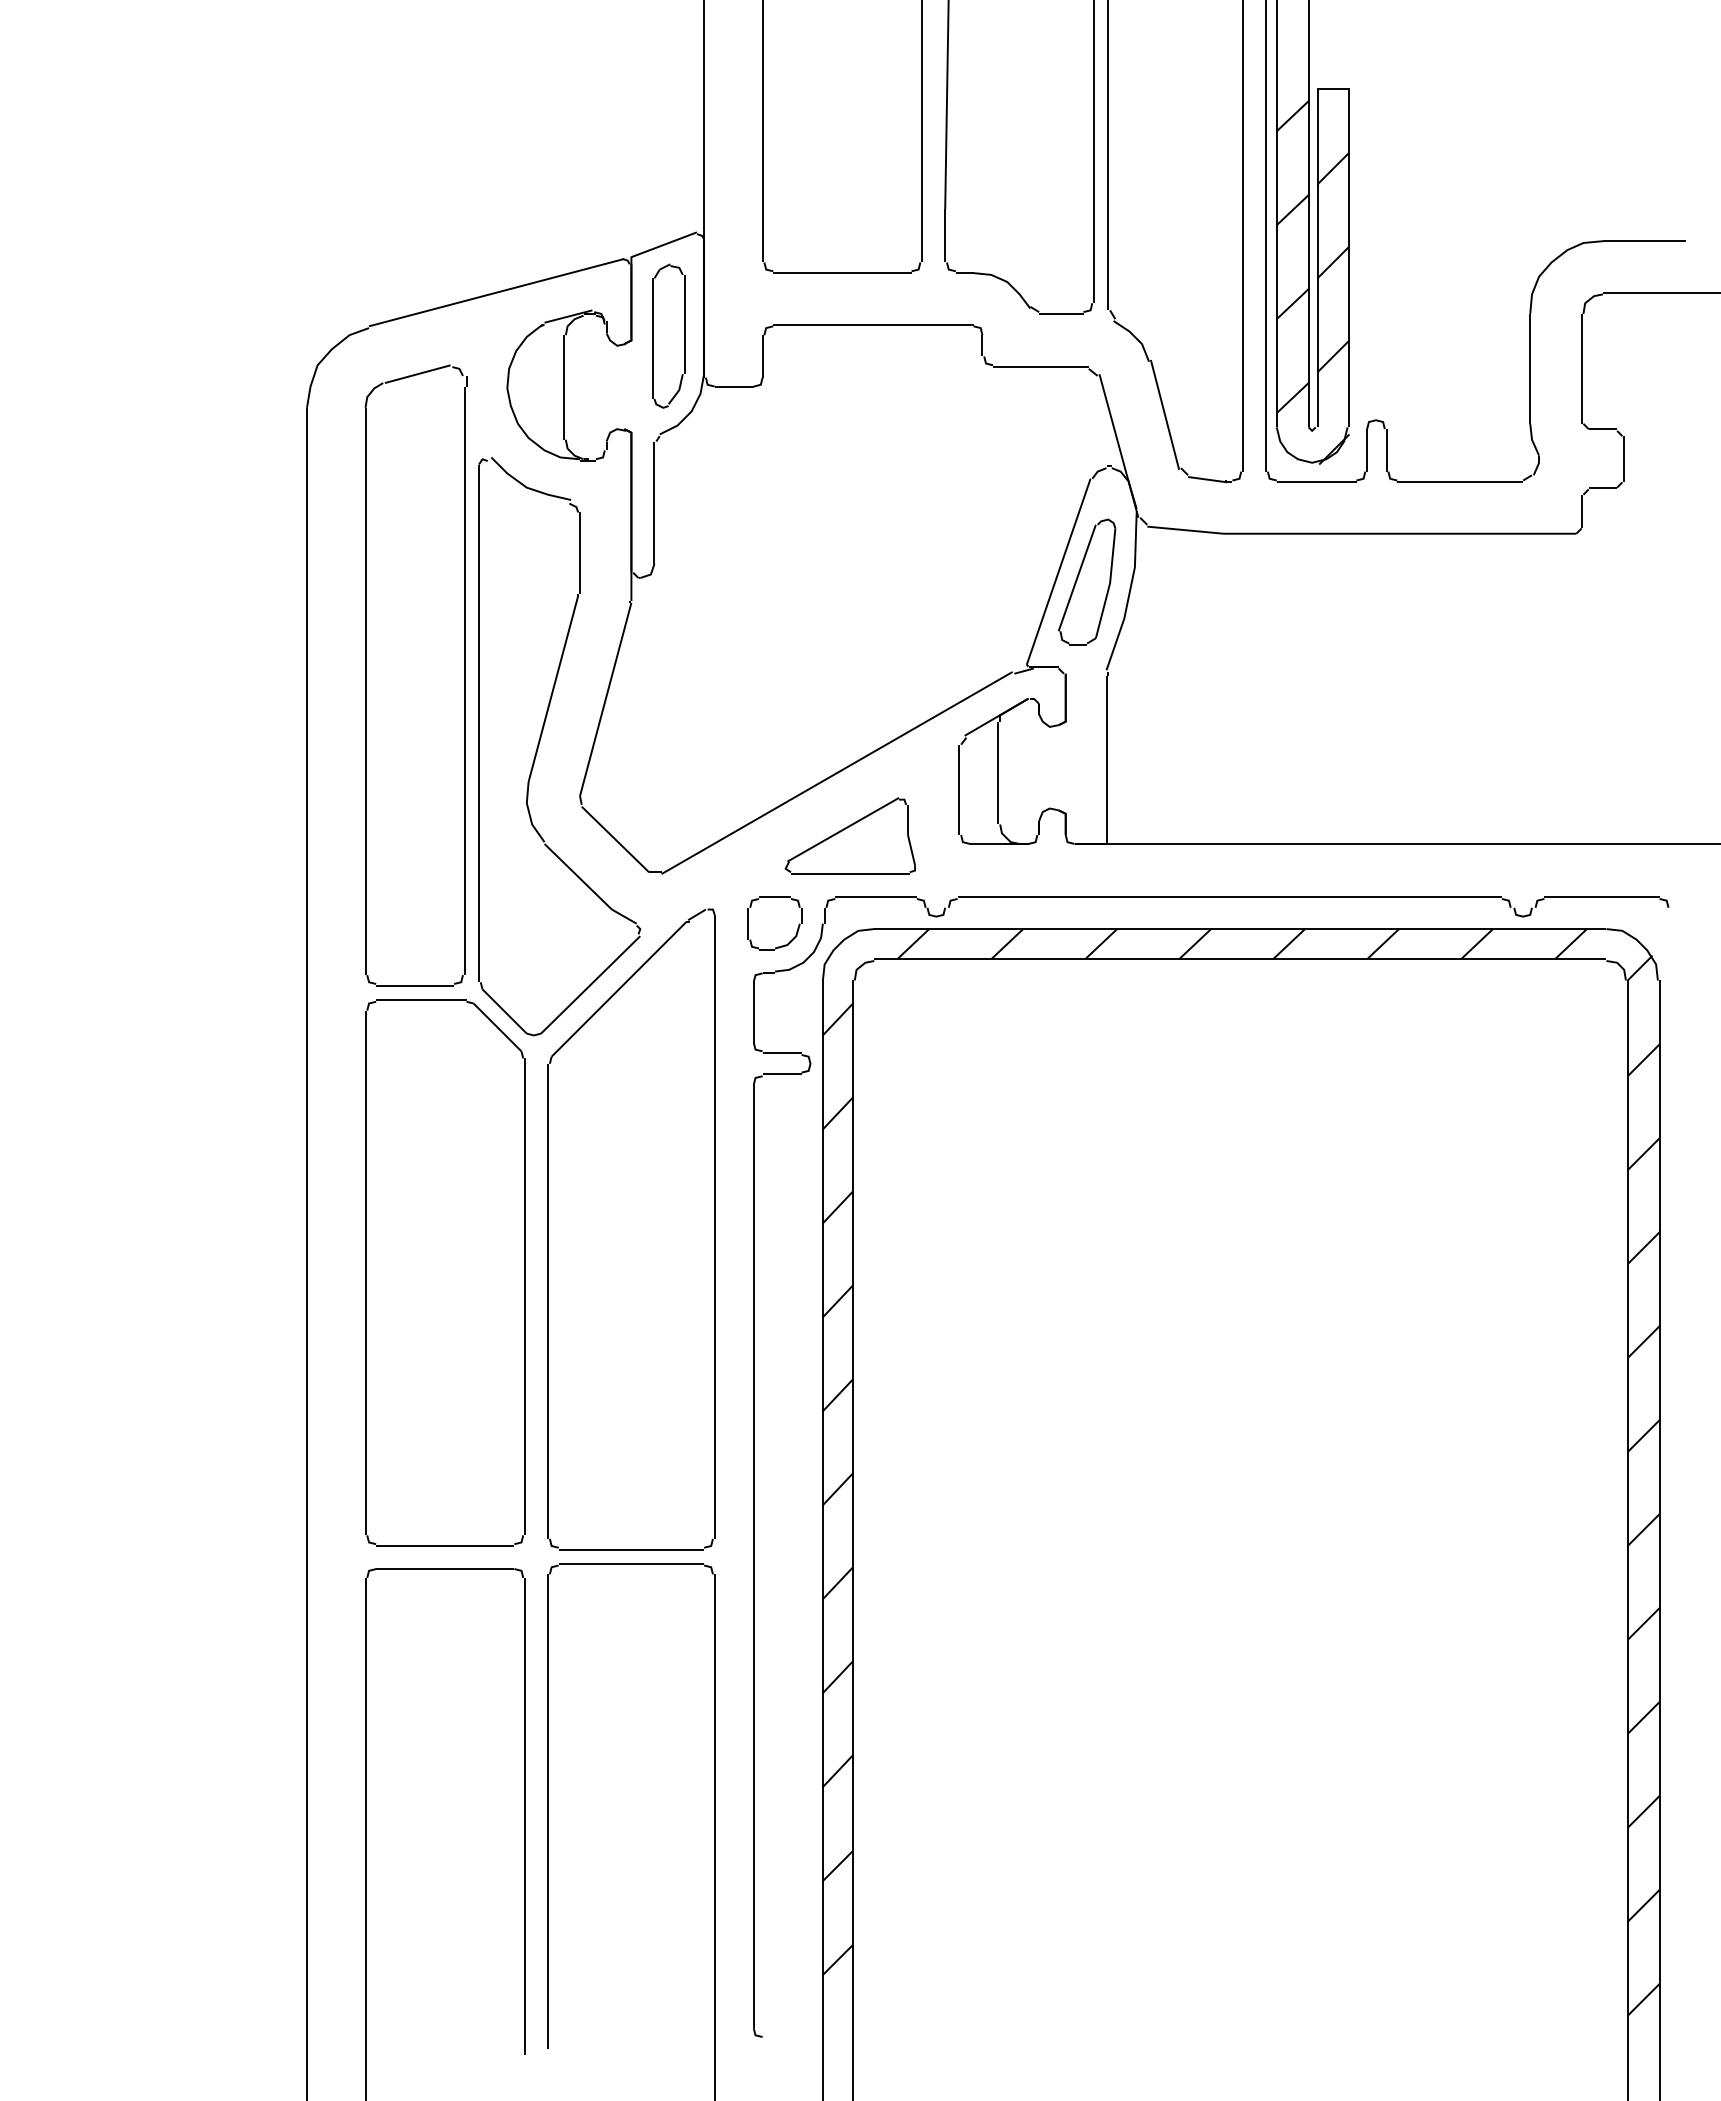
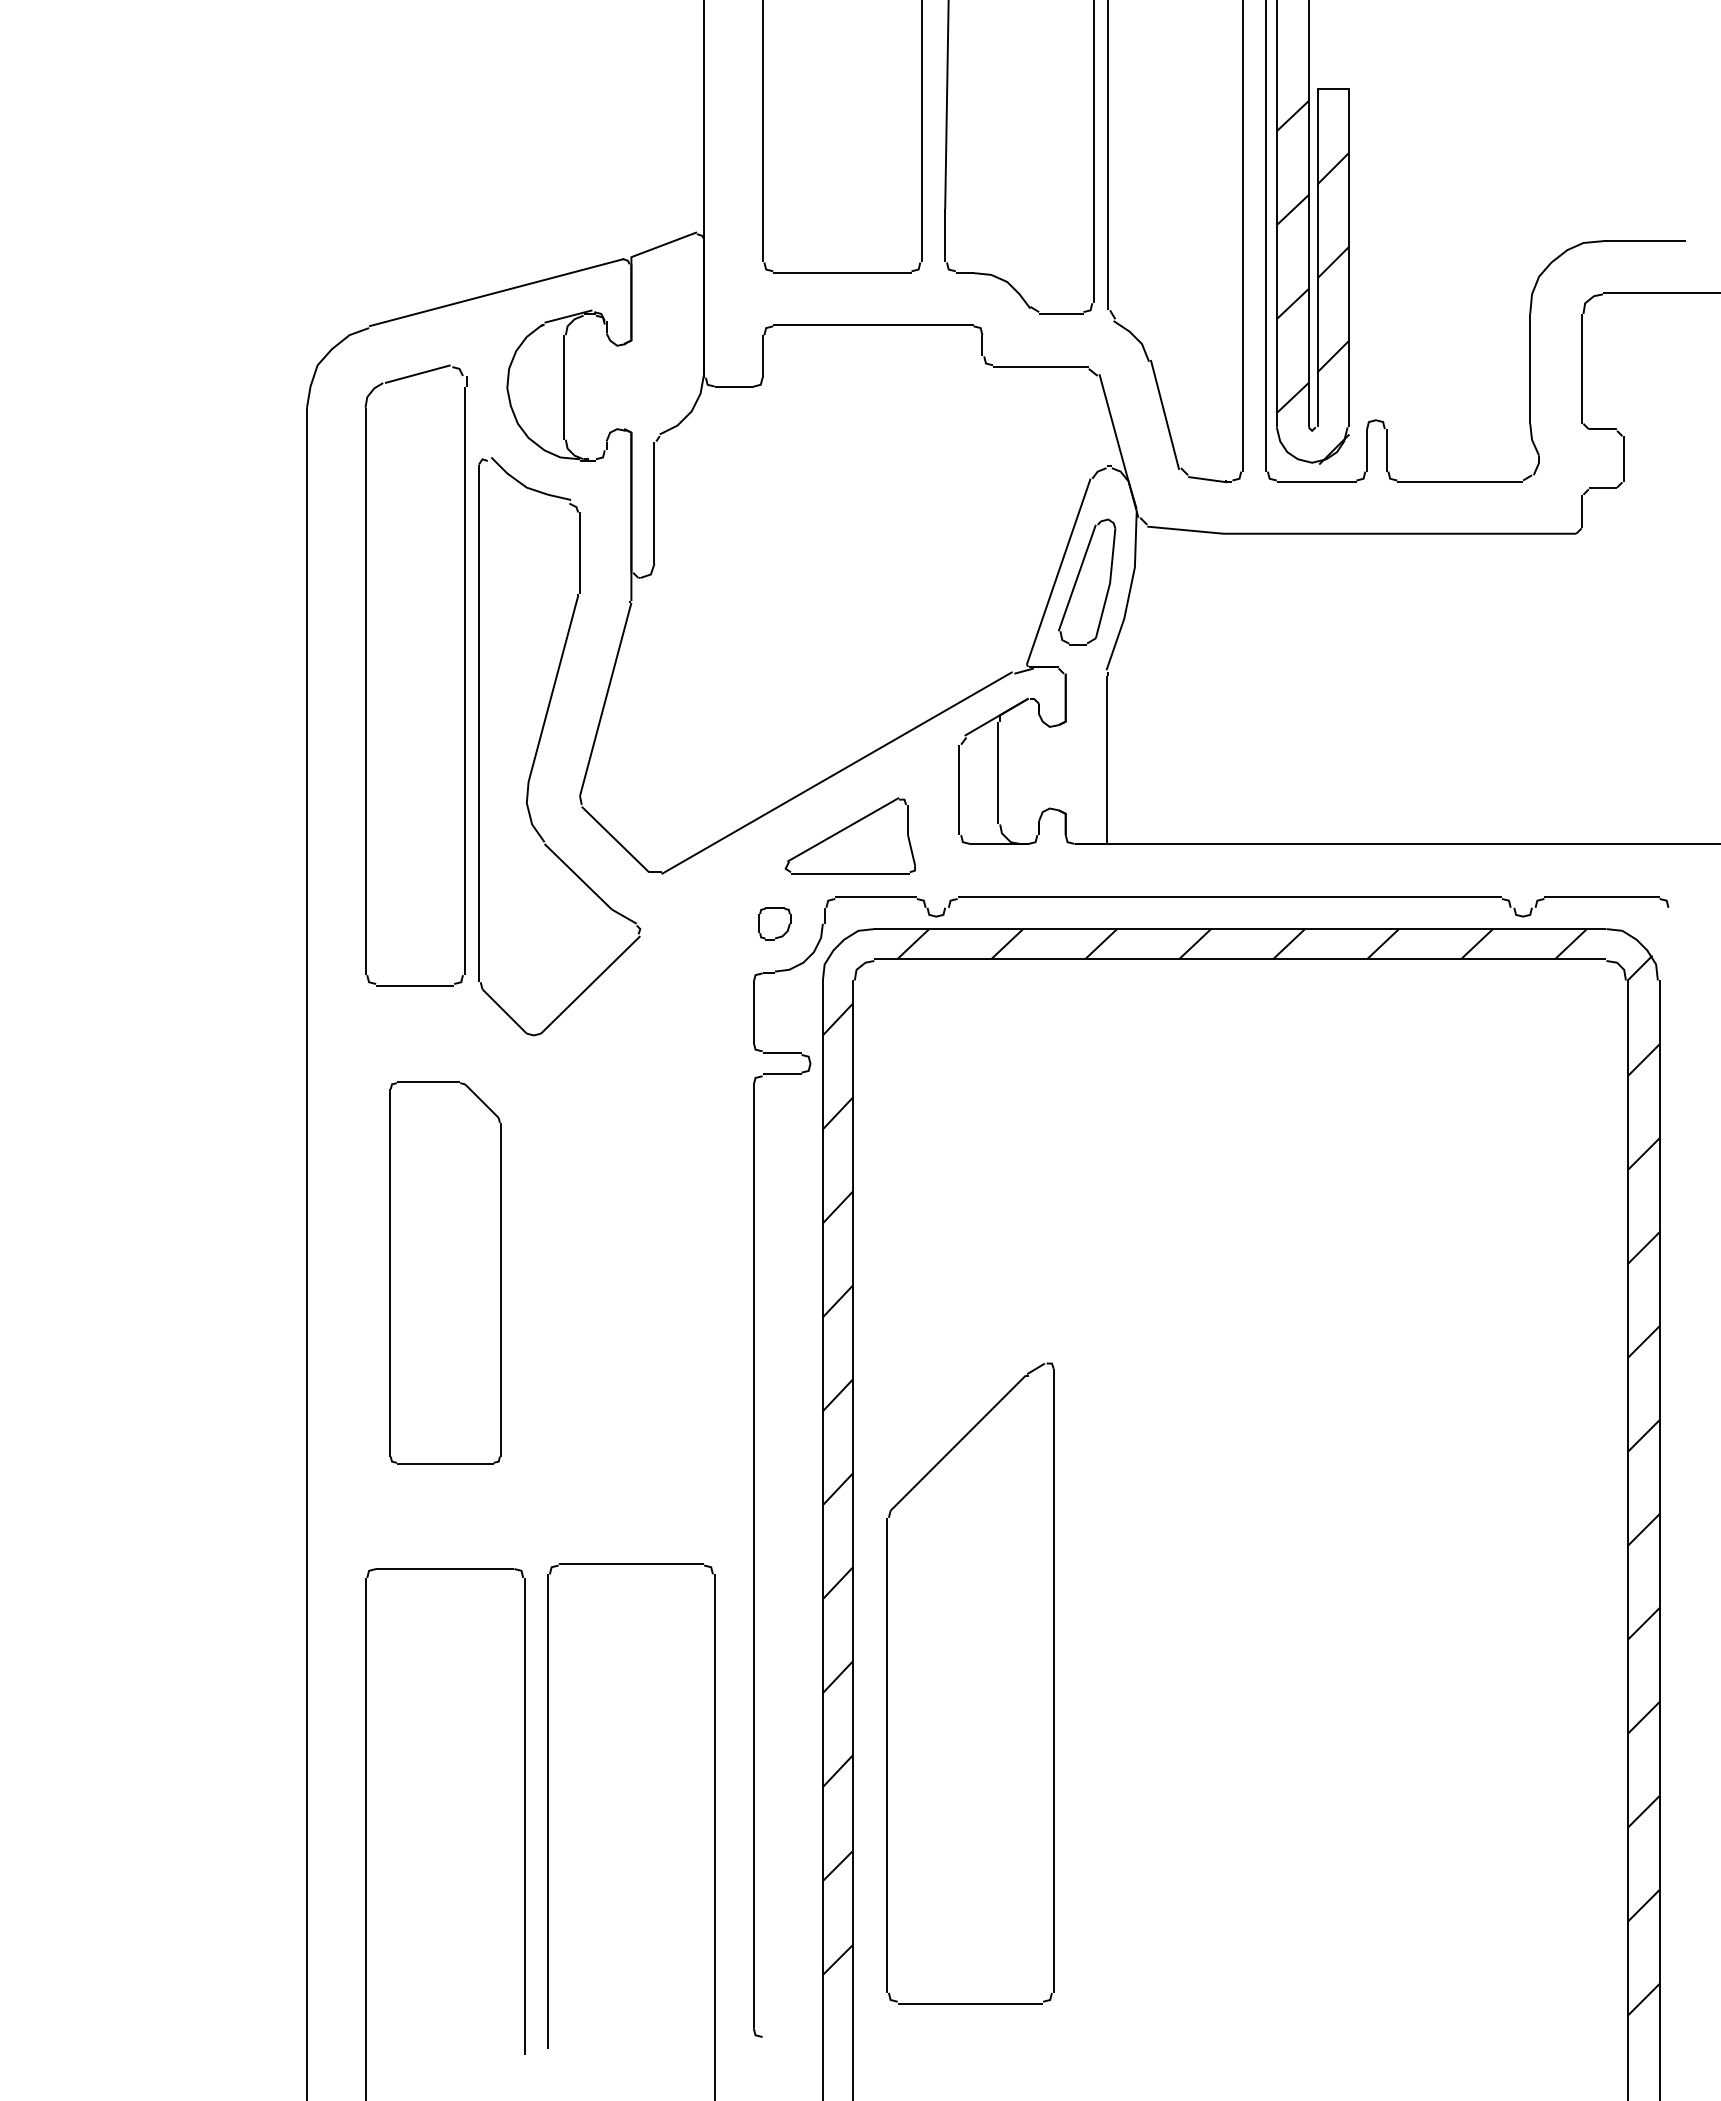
part at (668, 335): present -> none
part at (774, 923) size: 56x55 px -> 34x34 px
part at (631, 1229) position: (631, 1229) -> (970, 1683)
part at (445, 1272) size: 161x548 px -> 113x384 px
